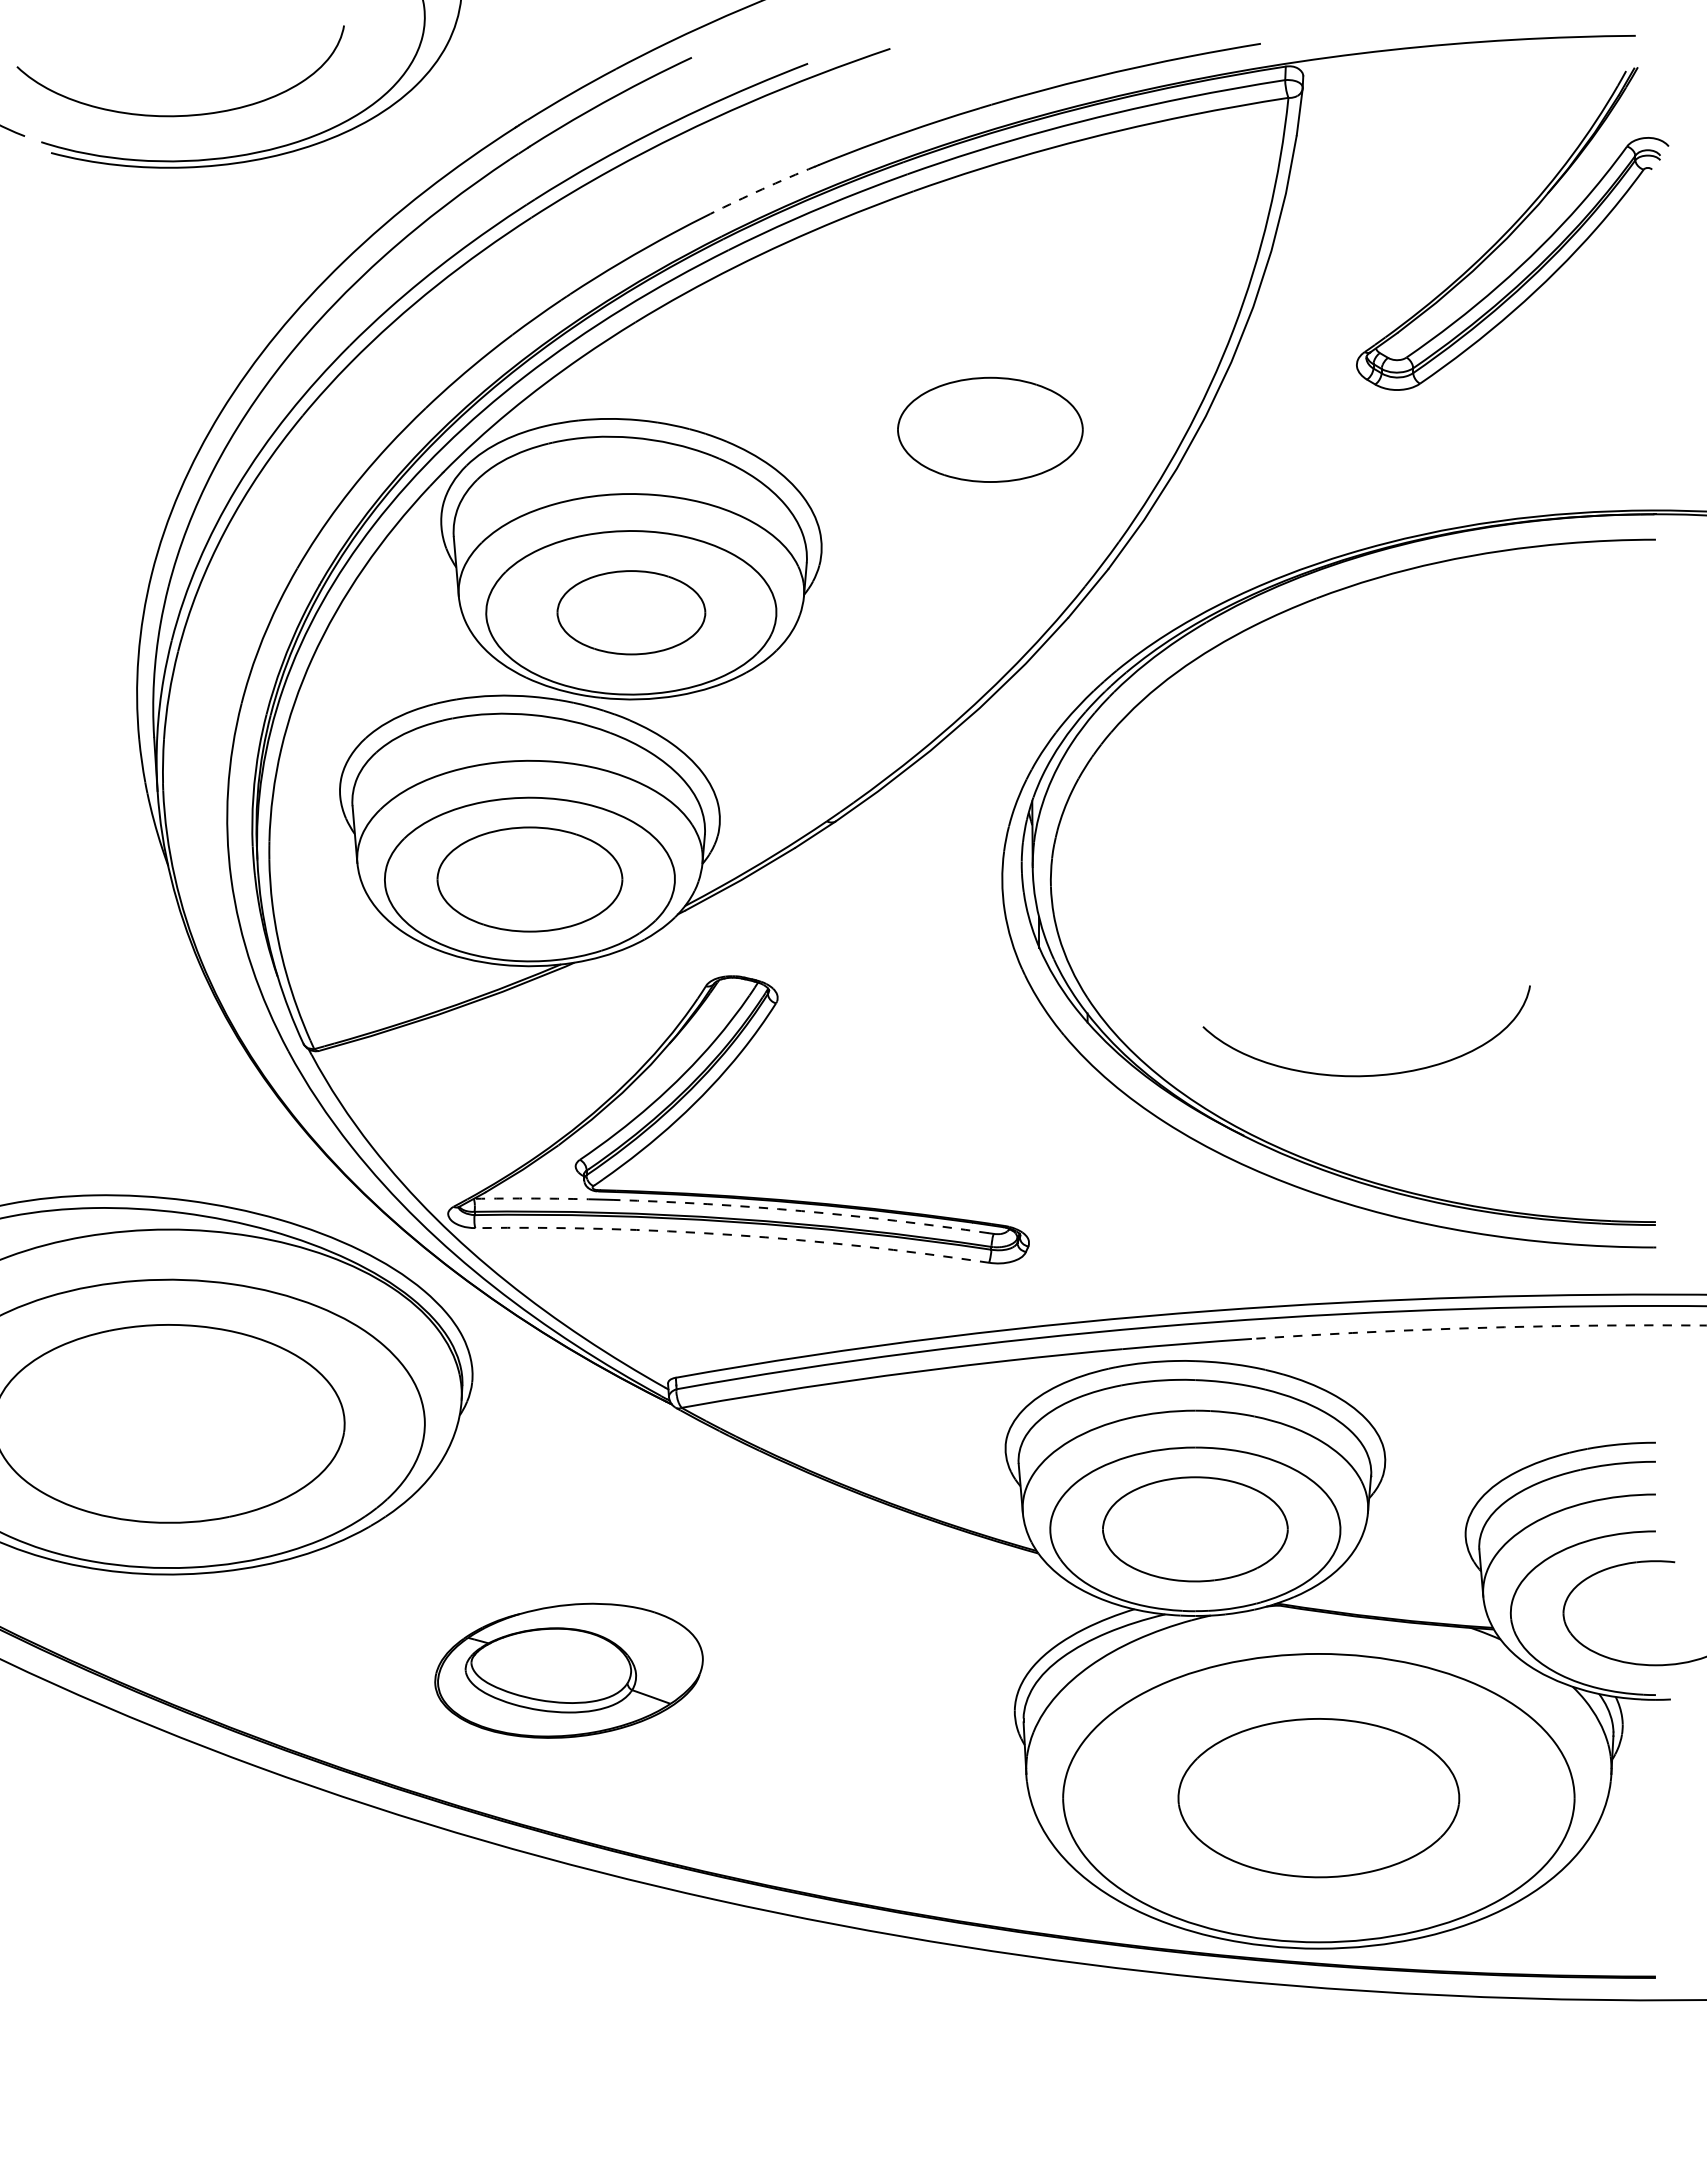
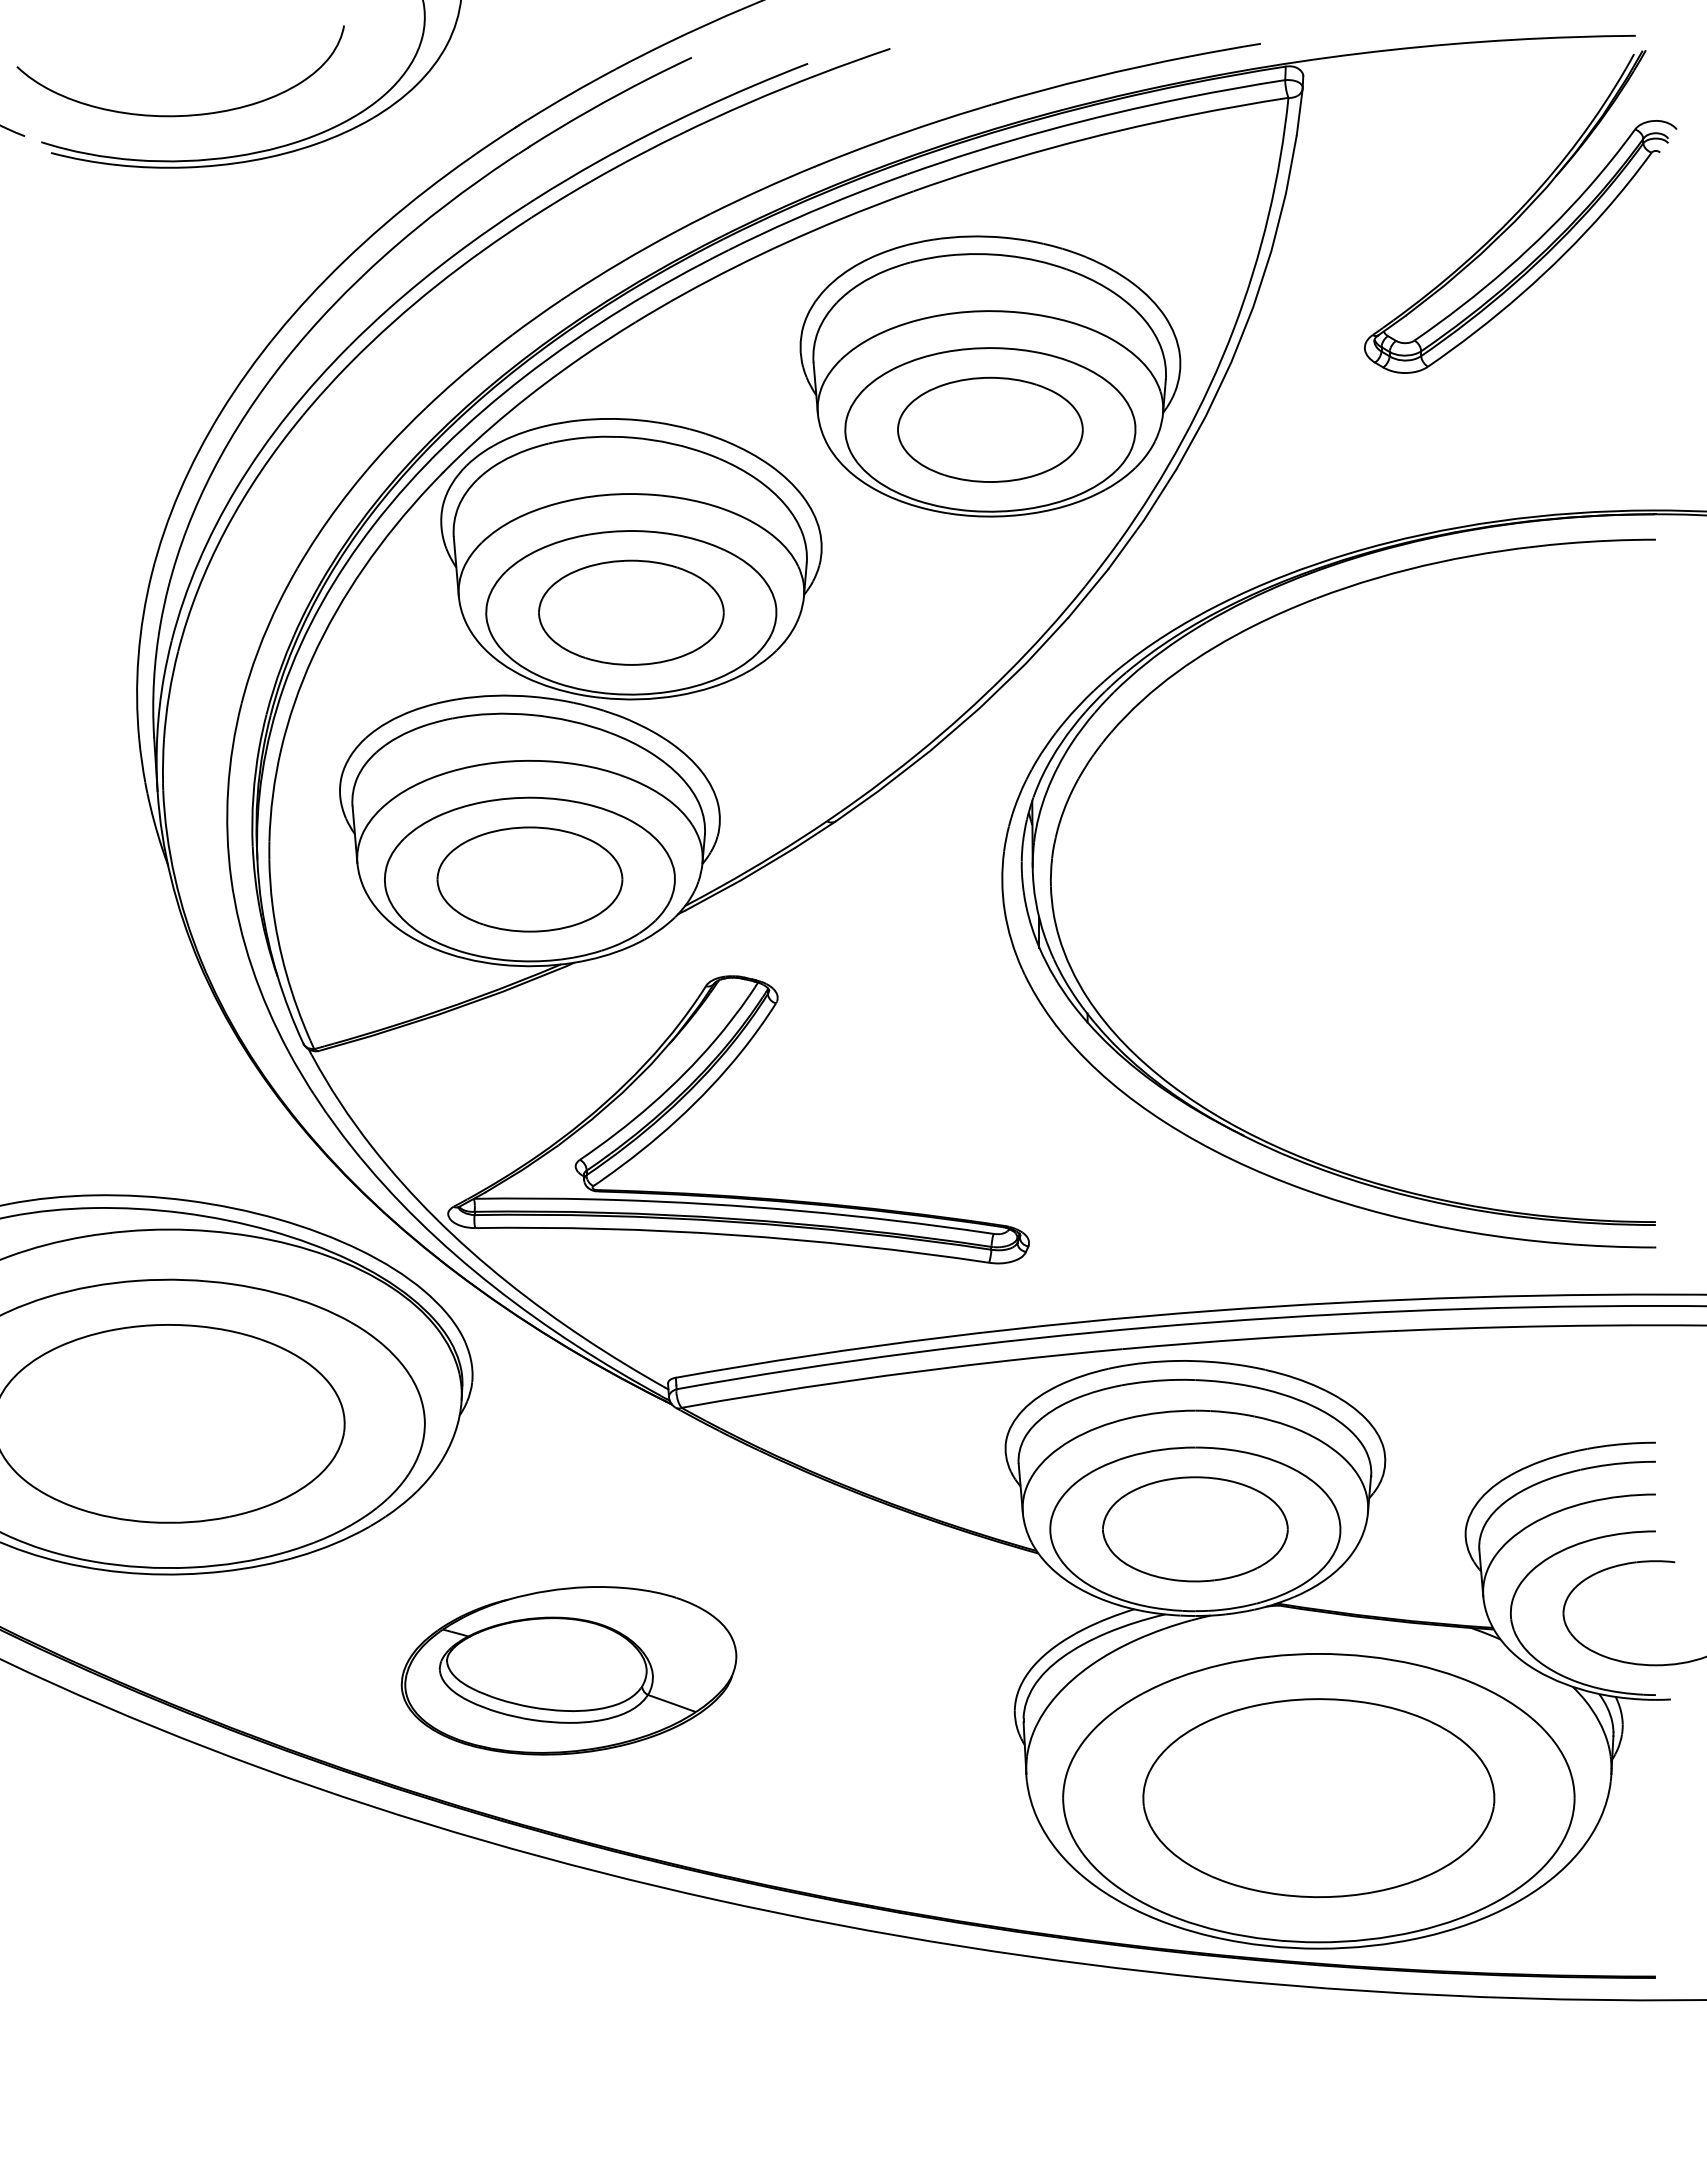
arc at (762, 189): dashed -> solid
part at (1512, 228) position: (1512, 228) -> (1520, 211)
part at (990, 376): none -> present
part at (631, 612) size: 151x86 px -> 187x107 px
curve at (1371, 1074): present -> none
arc at (534, 1198): dashed -> solid
arc at (801, 1211): dashed -> solid
arc at (732, 1234): dashed -> solid
arc at (1479, 1327): dashed -> solid
part at (568, 1670) size: 270x137 px -> 338x170 px
part at (1318, 1798) size: 284x161 px -> 354x200 px
